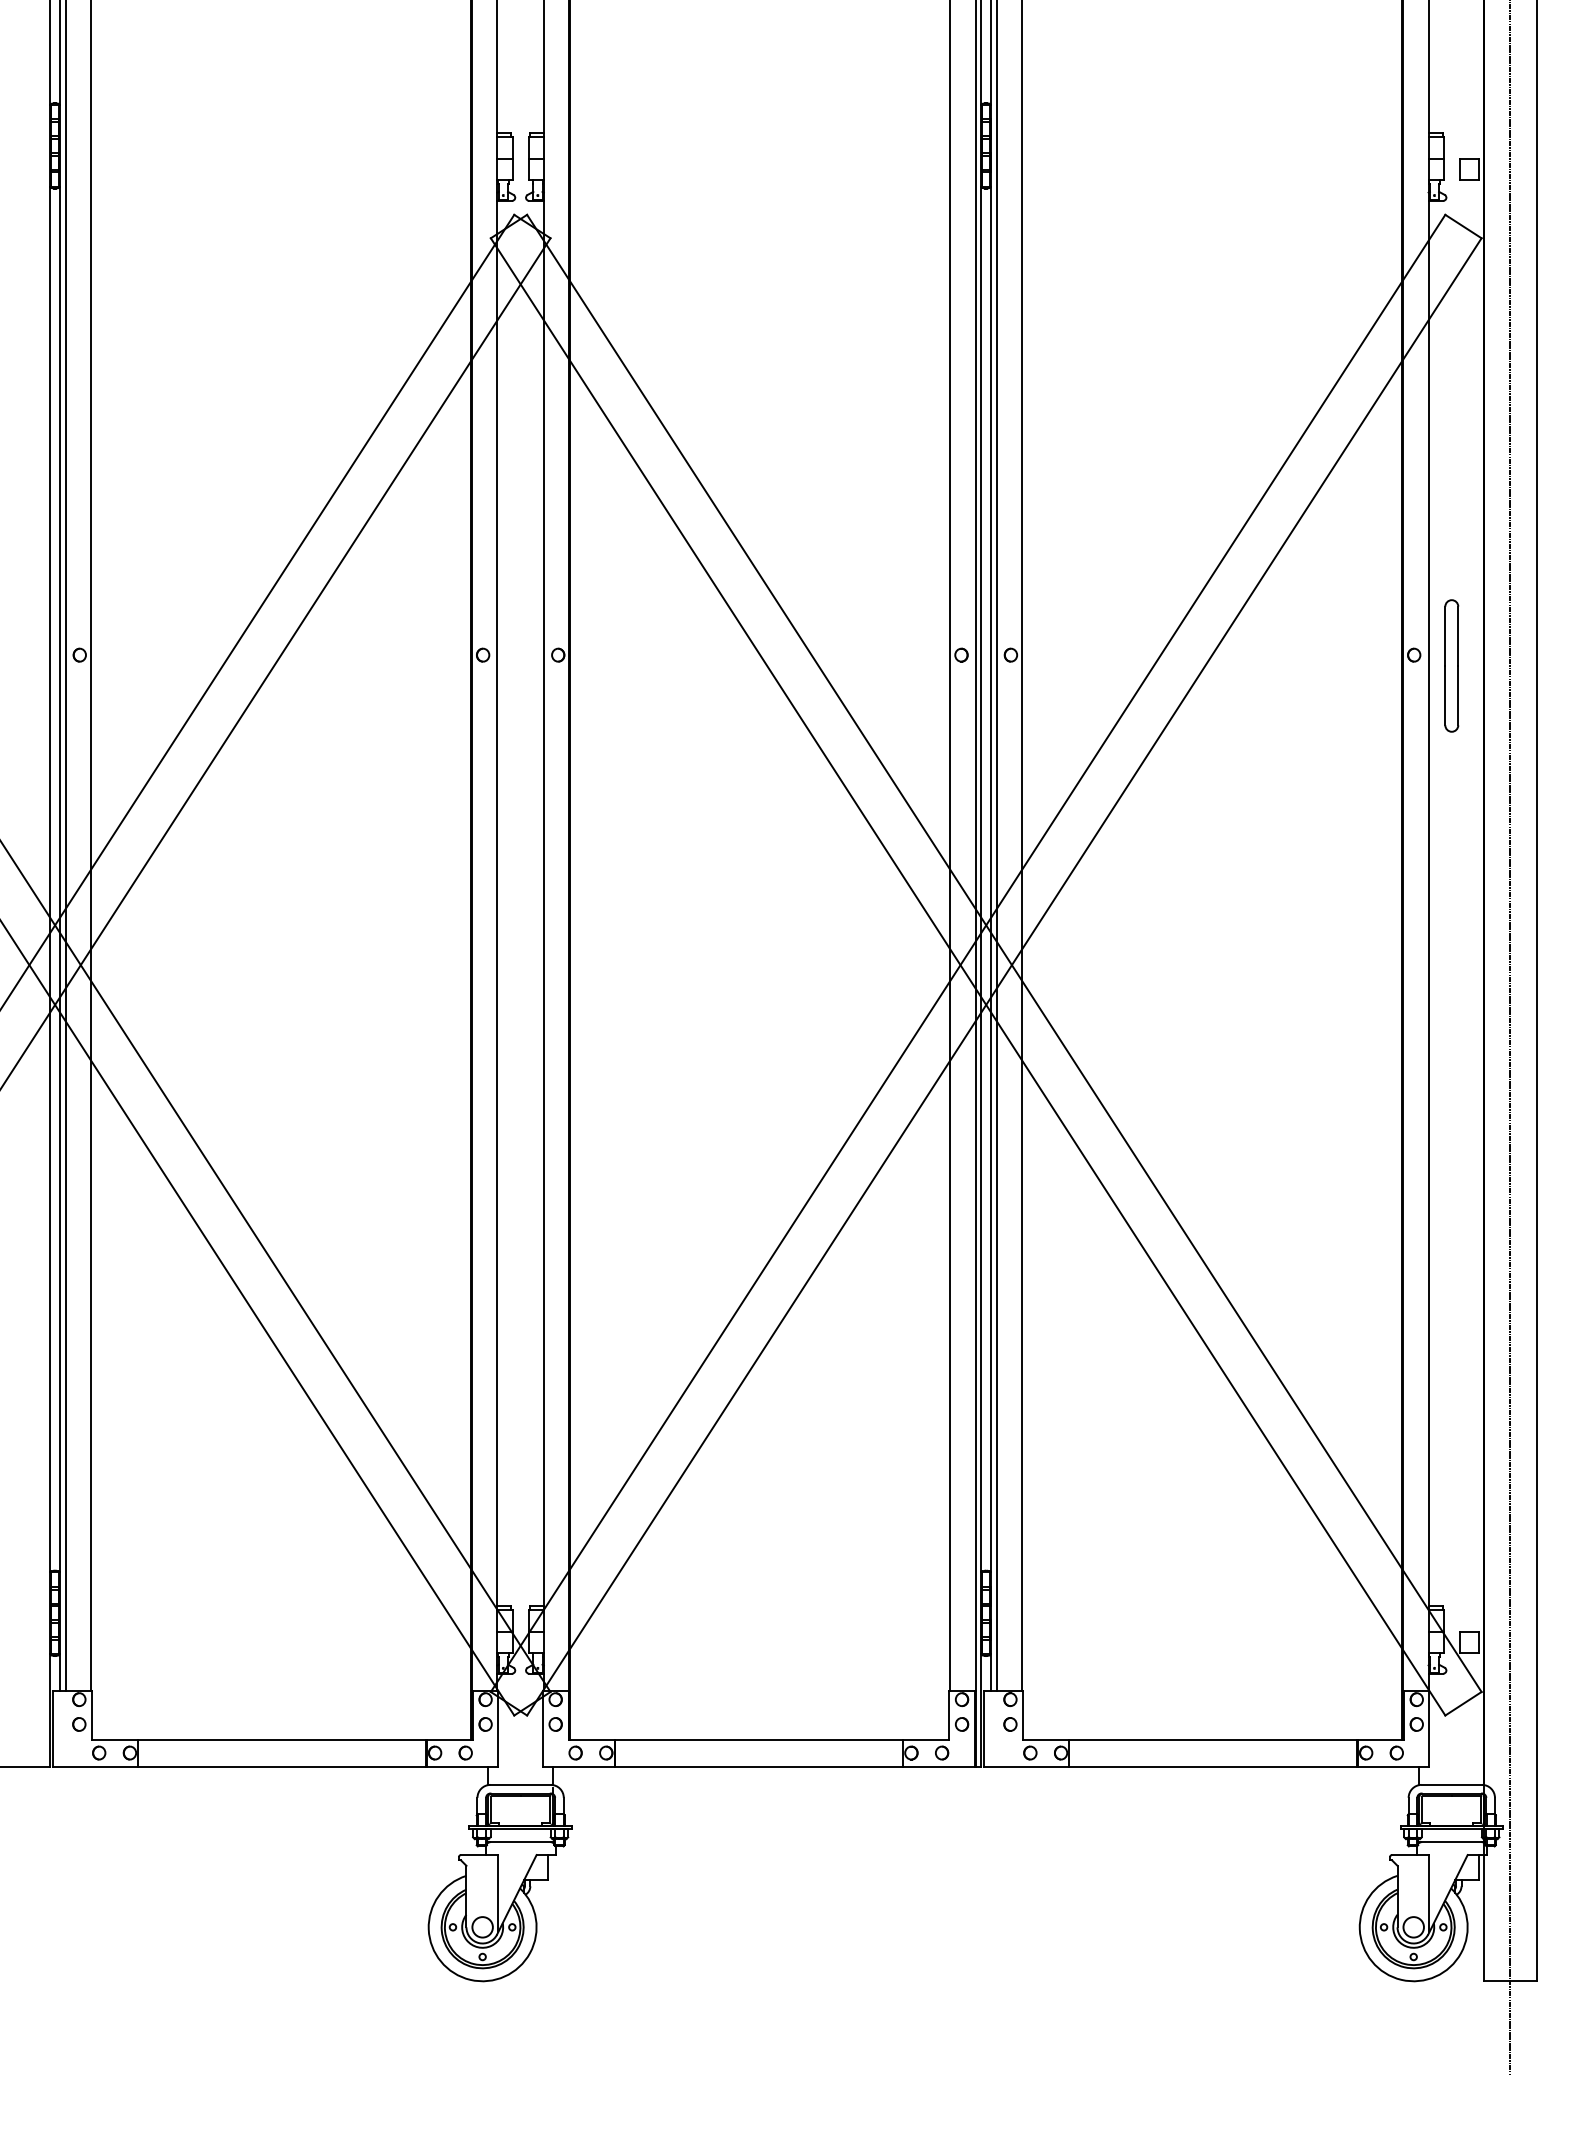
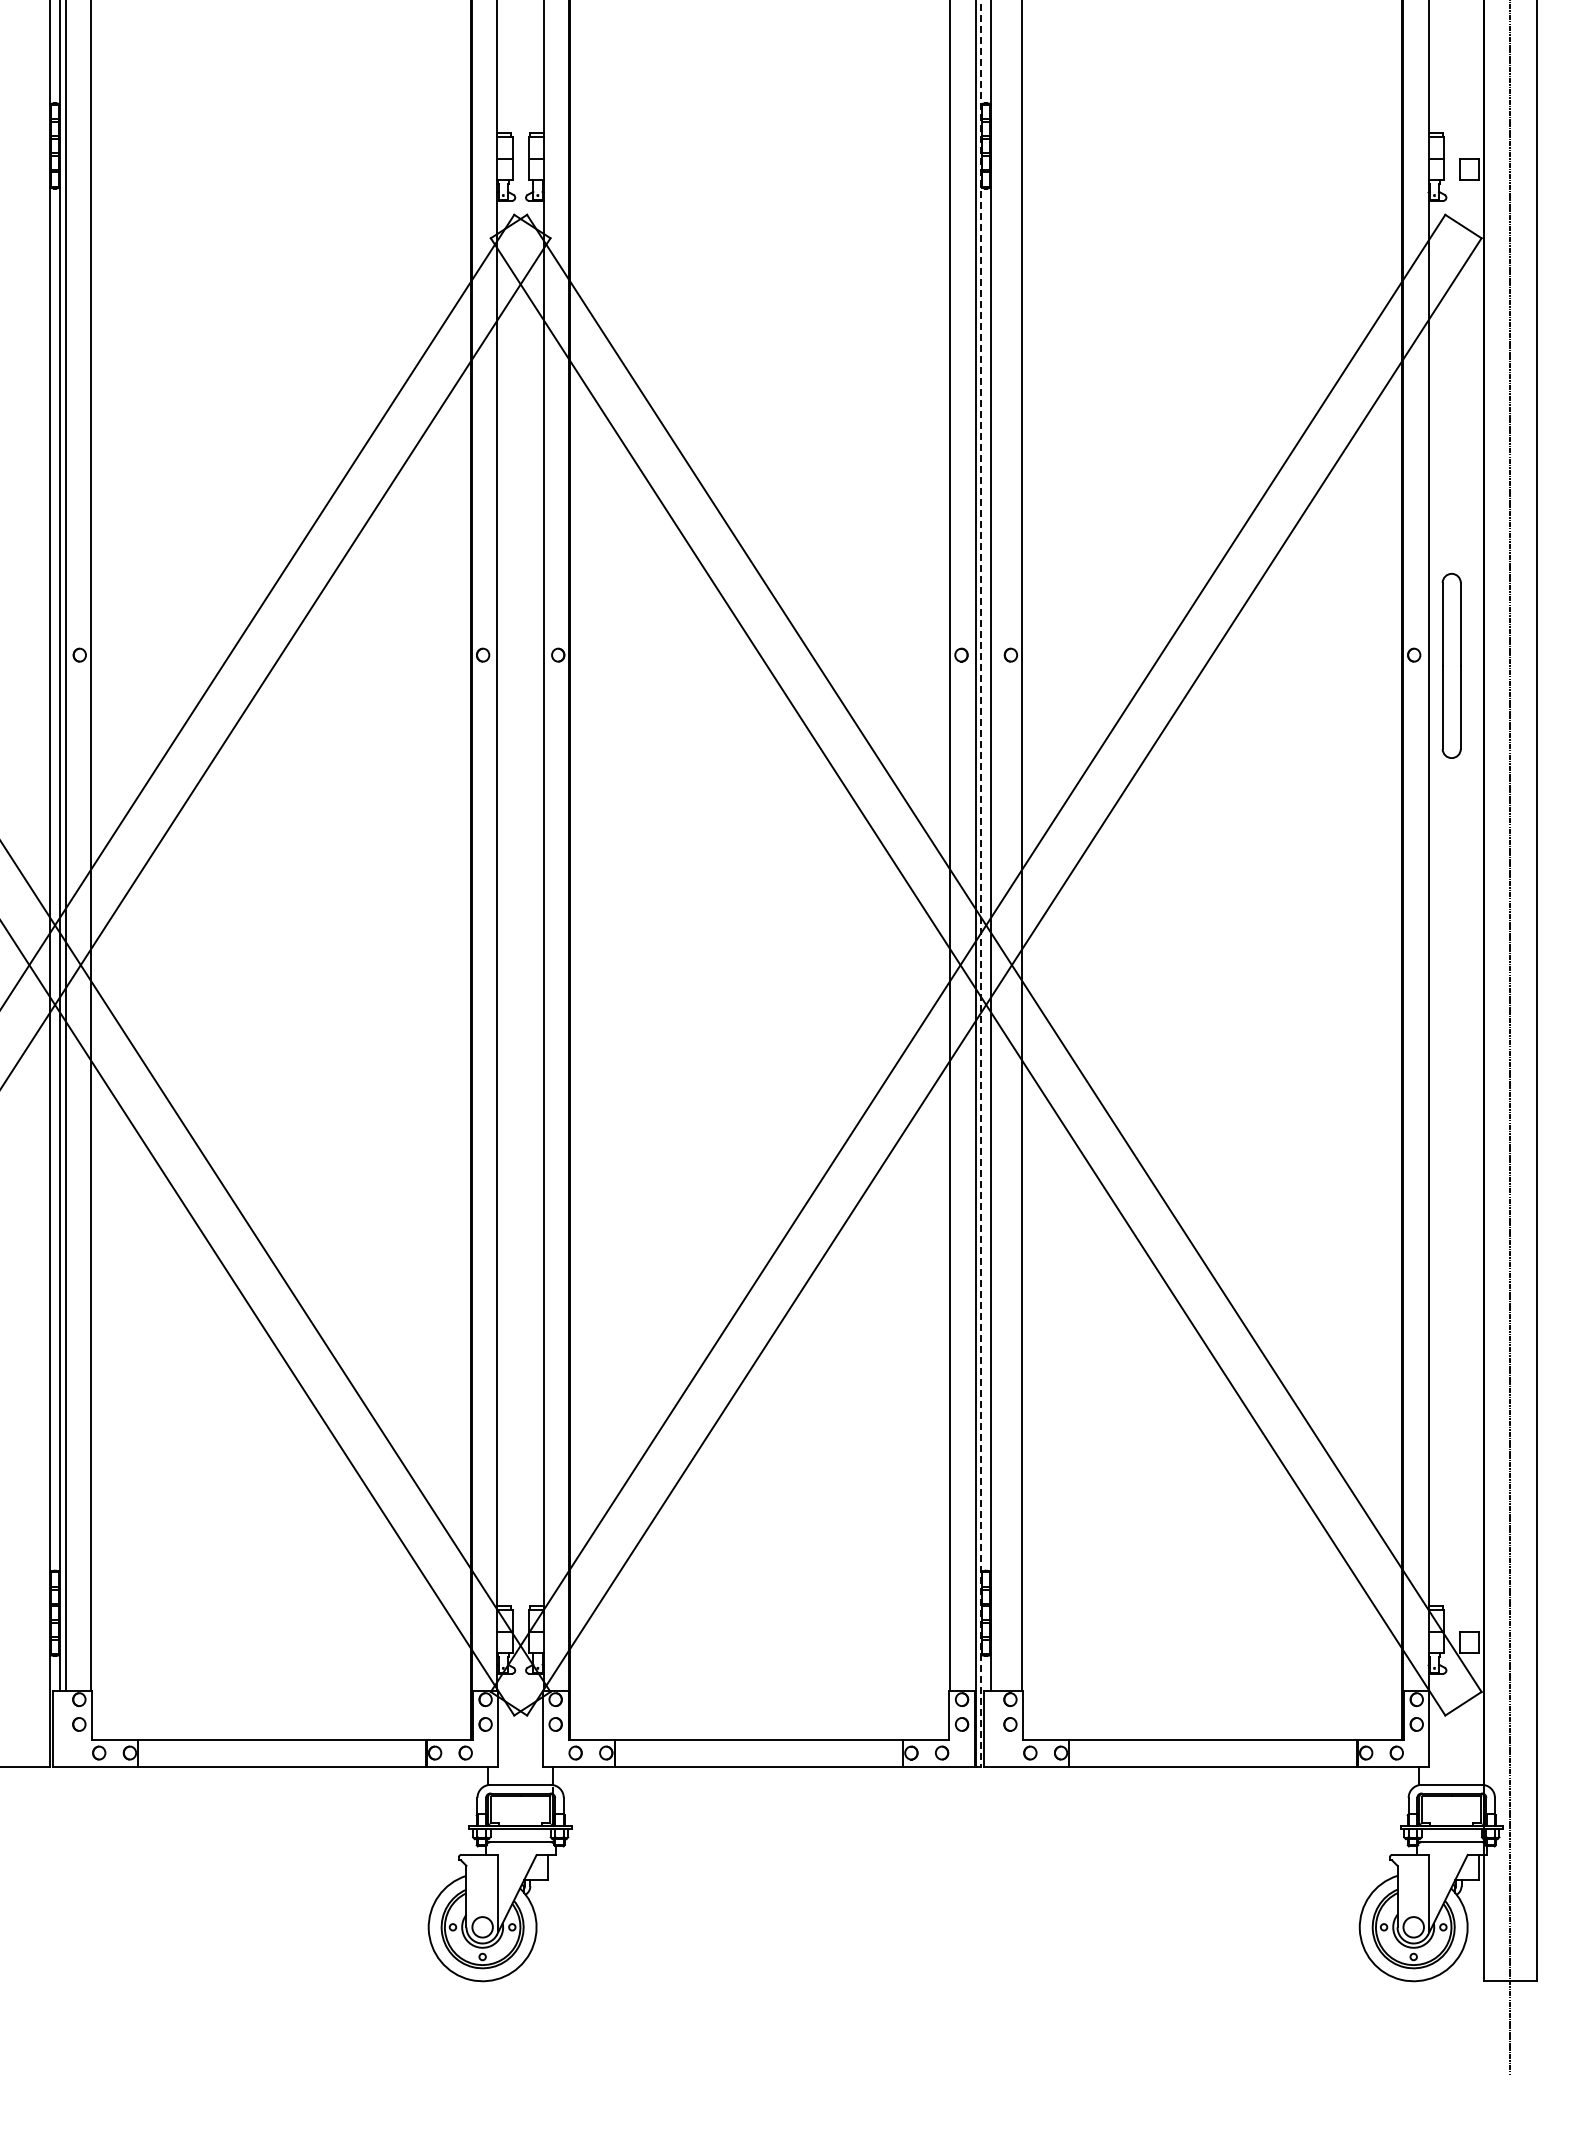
part at (1451, 665) size: 16x134 px -> 21x186 px
line at (996, 846): present -> none
line at (981, 883): solid -> dashed
